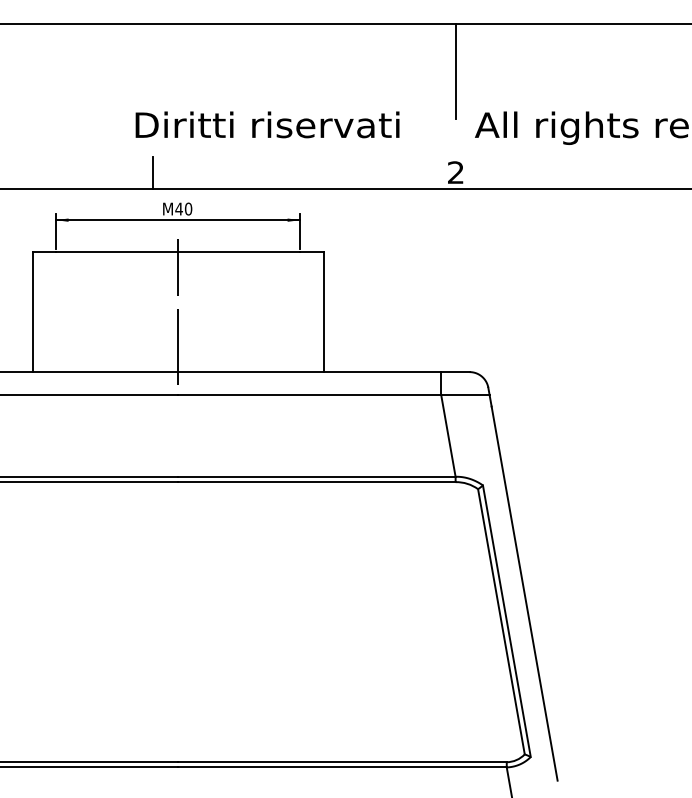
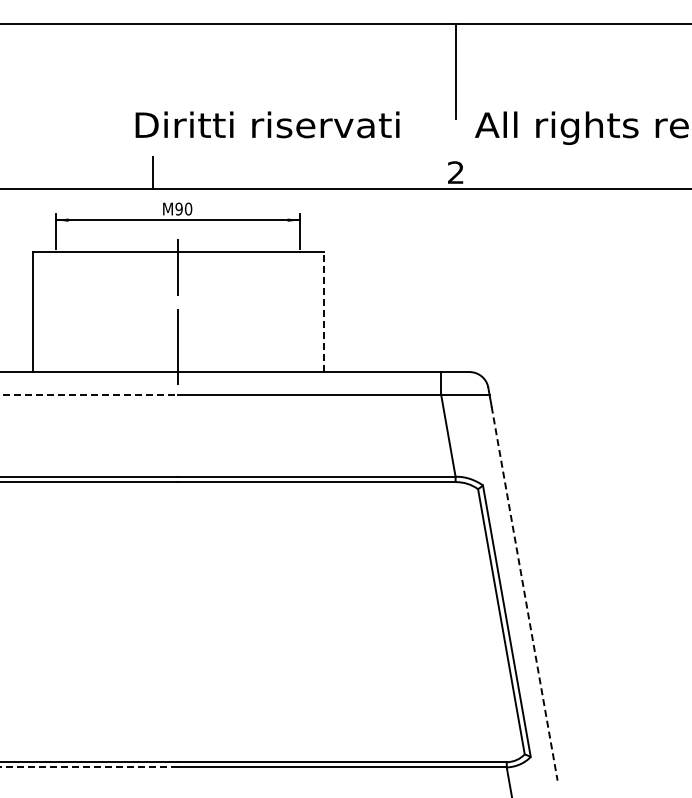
text at (178, 208): M40 -> M90
line at (323, 311): solid -> dashed
line at (89, 394): solid -> dashed
line at (524, 593): solid -> dashed
line at (89, 767): solid -> dashed
